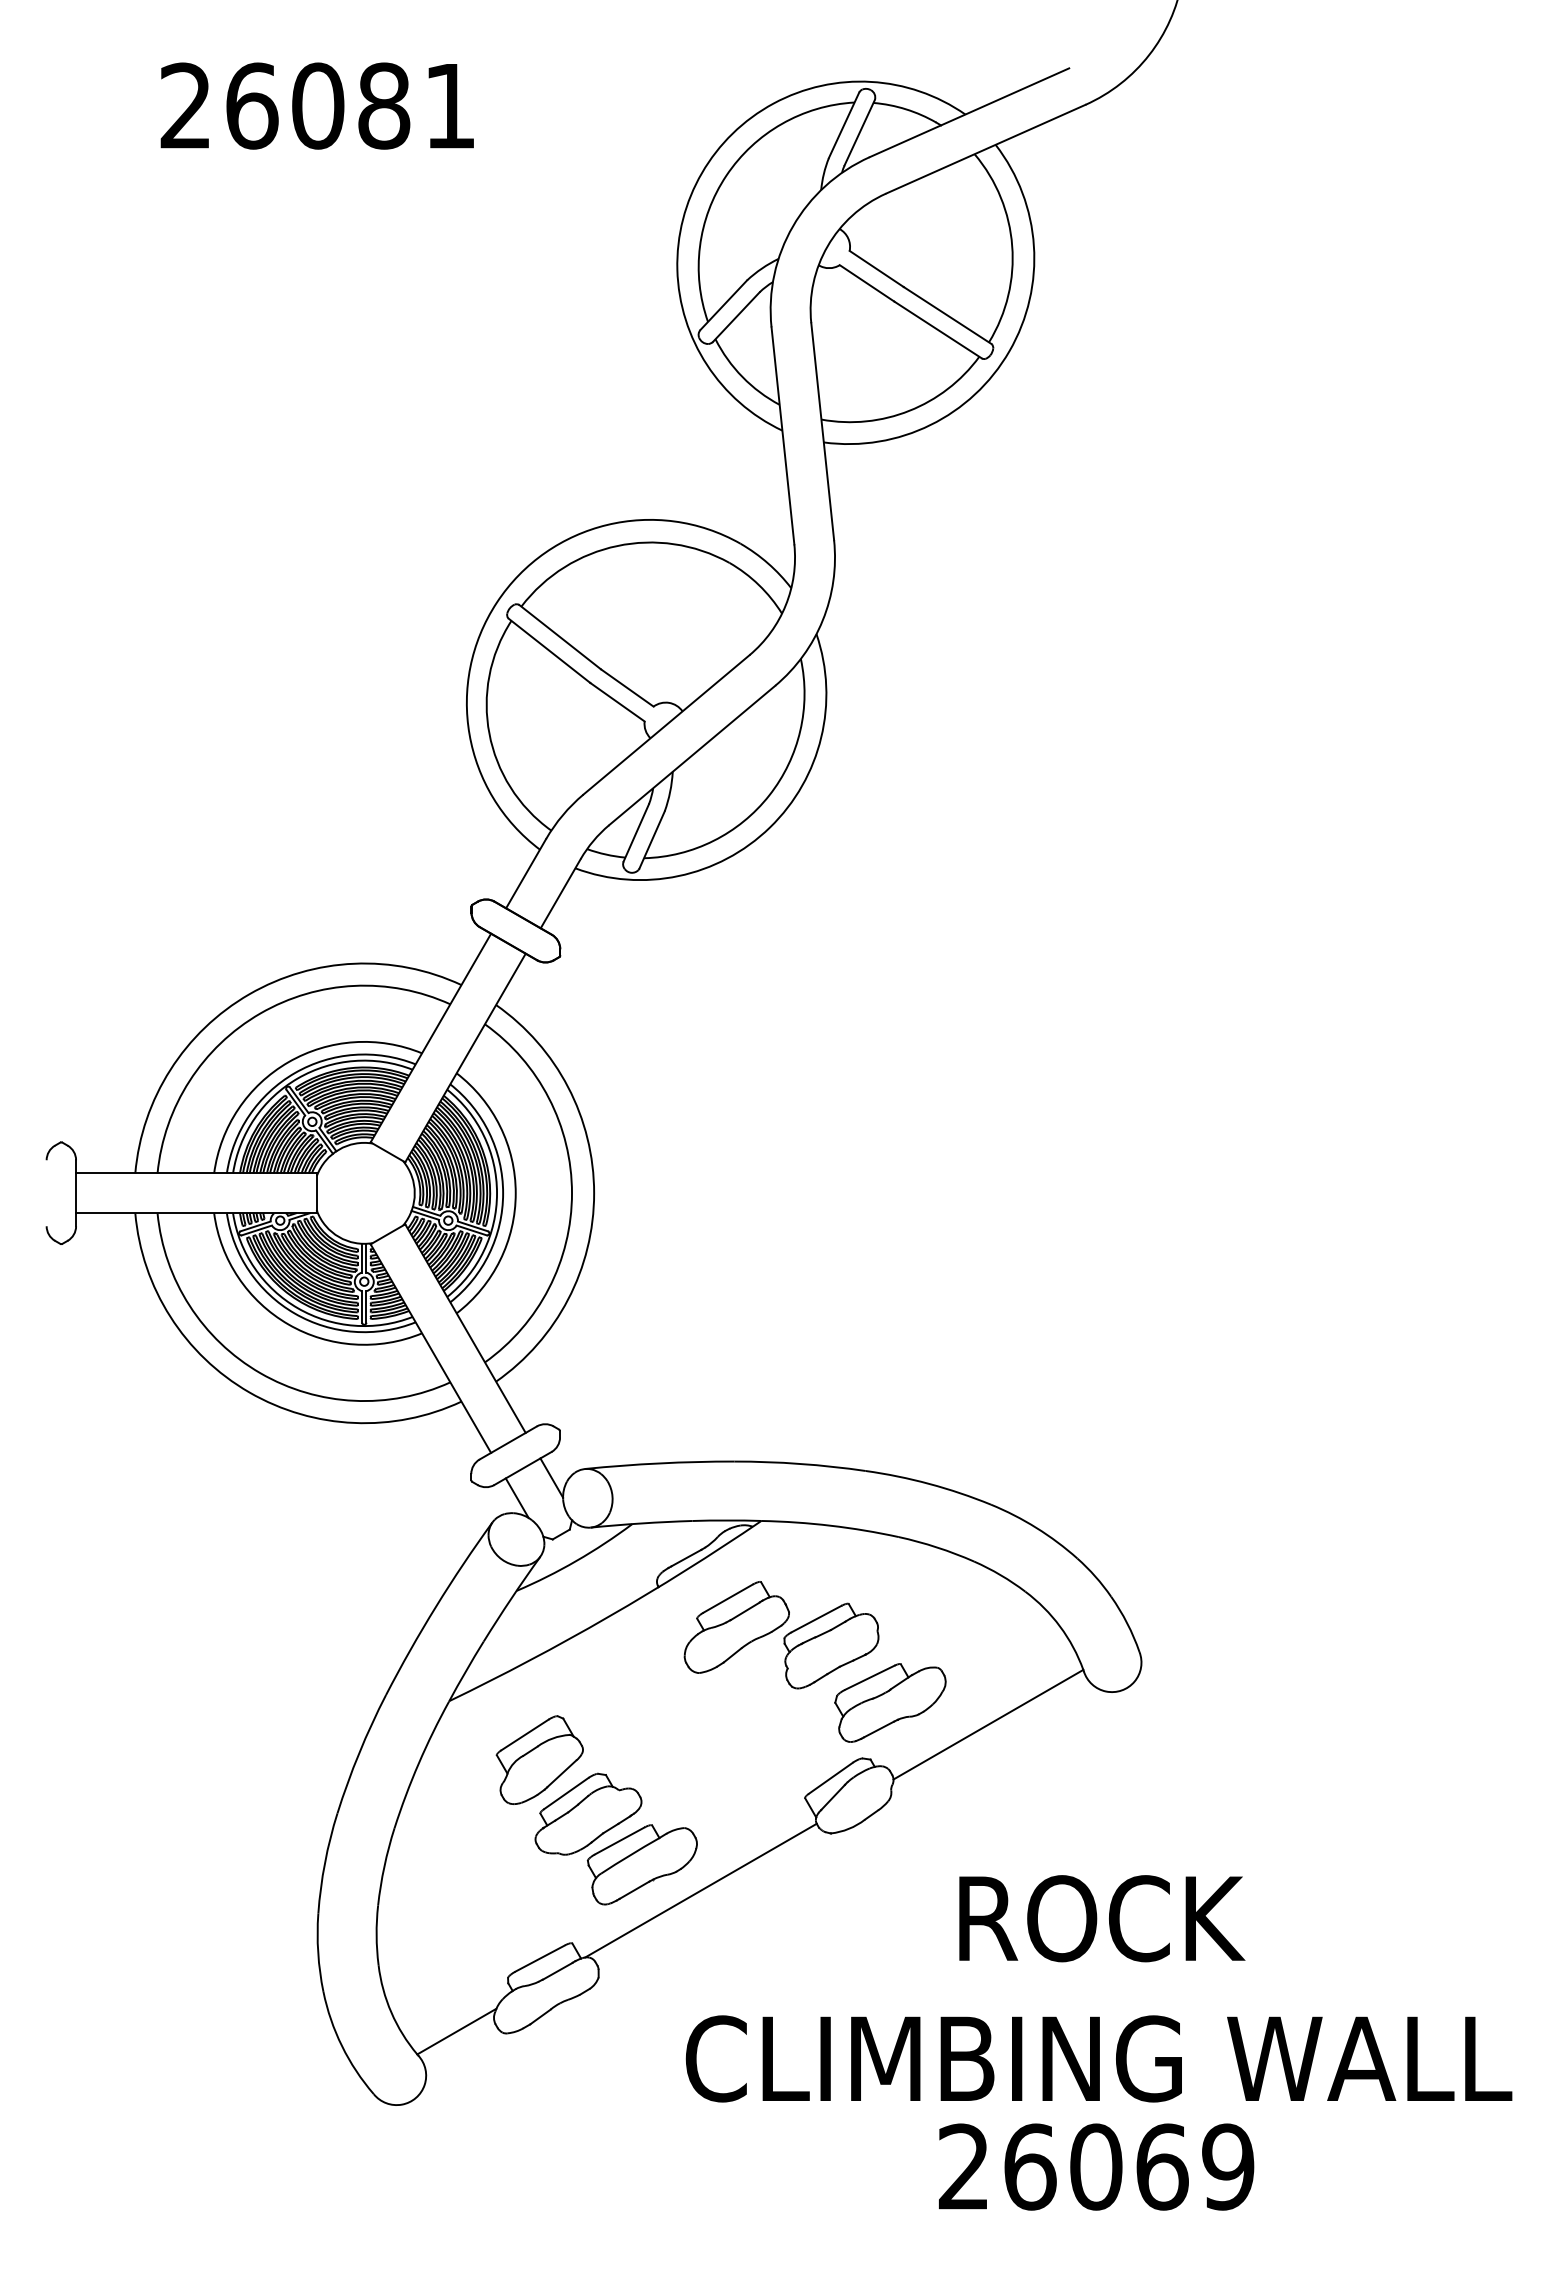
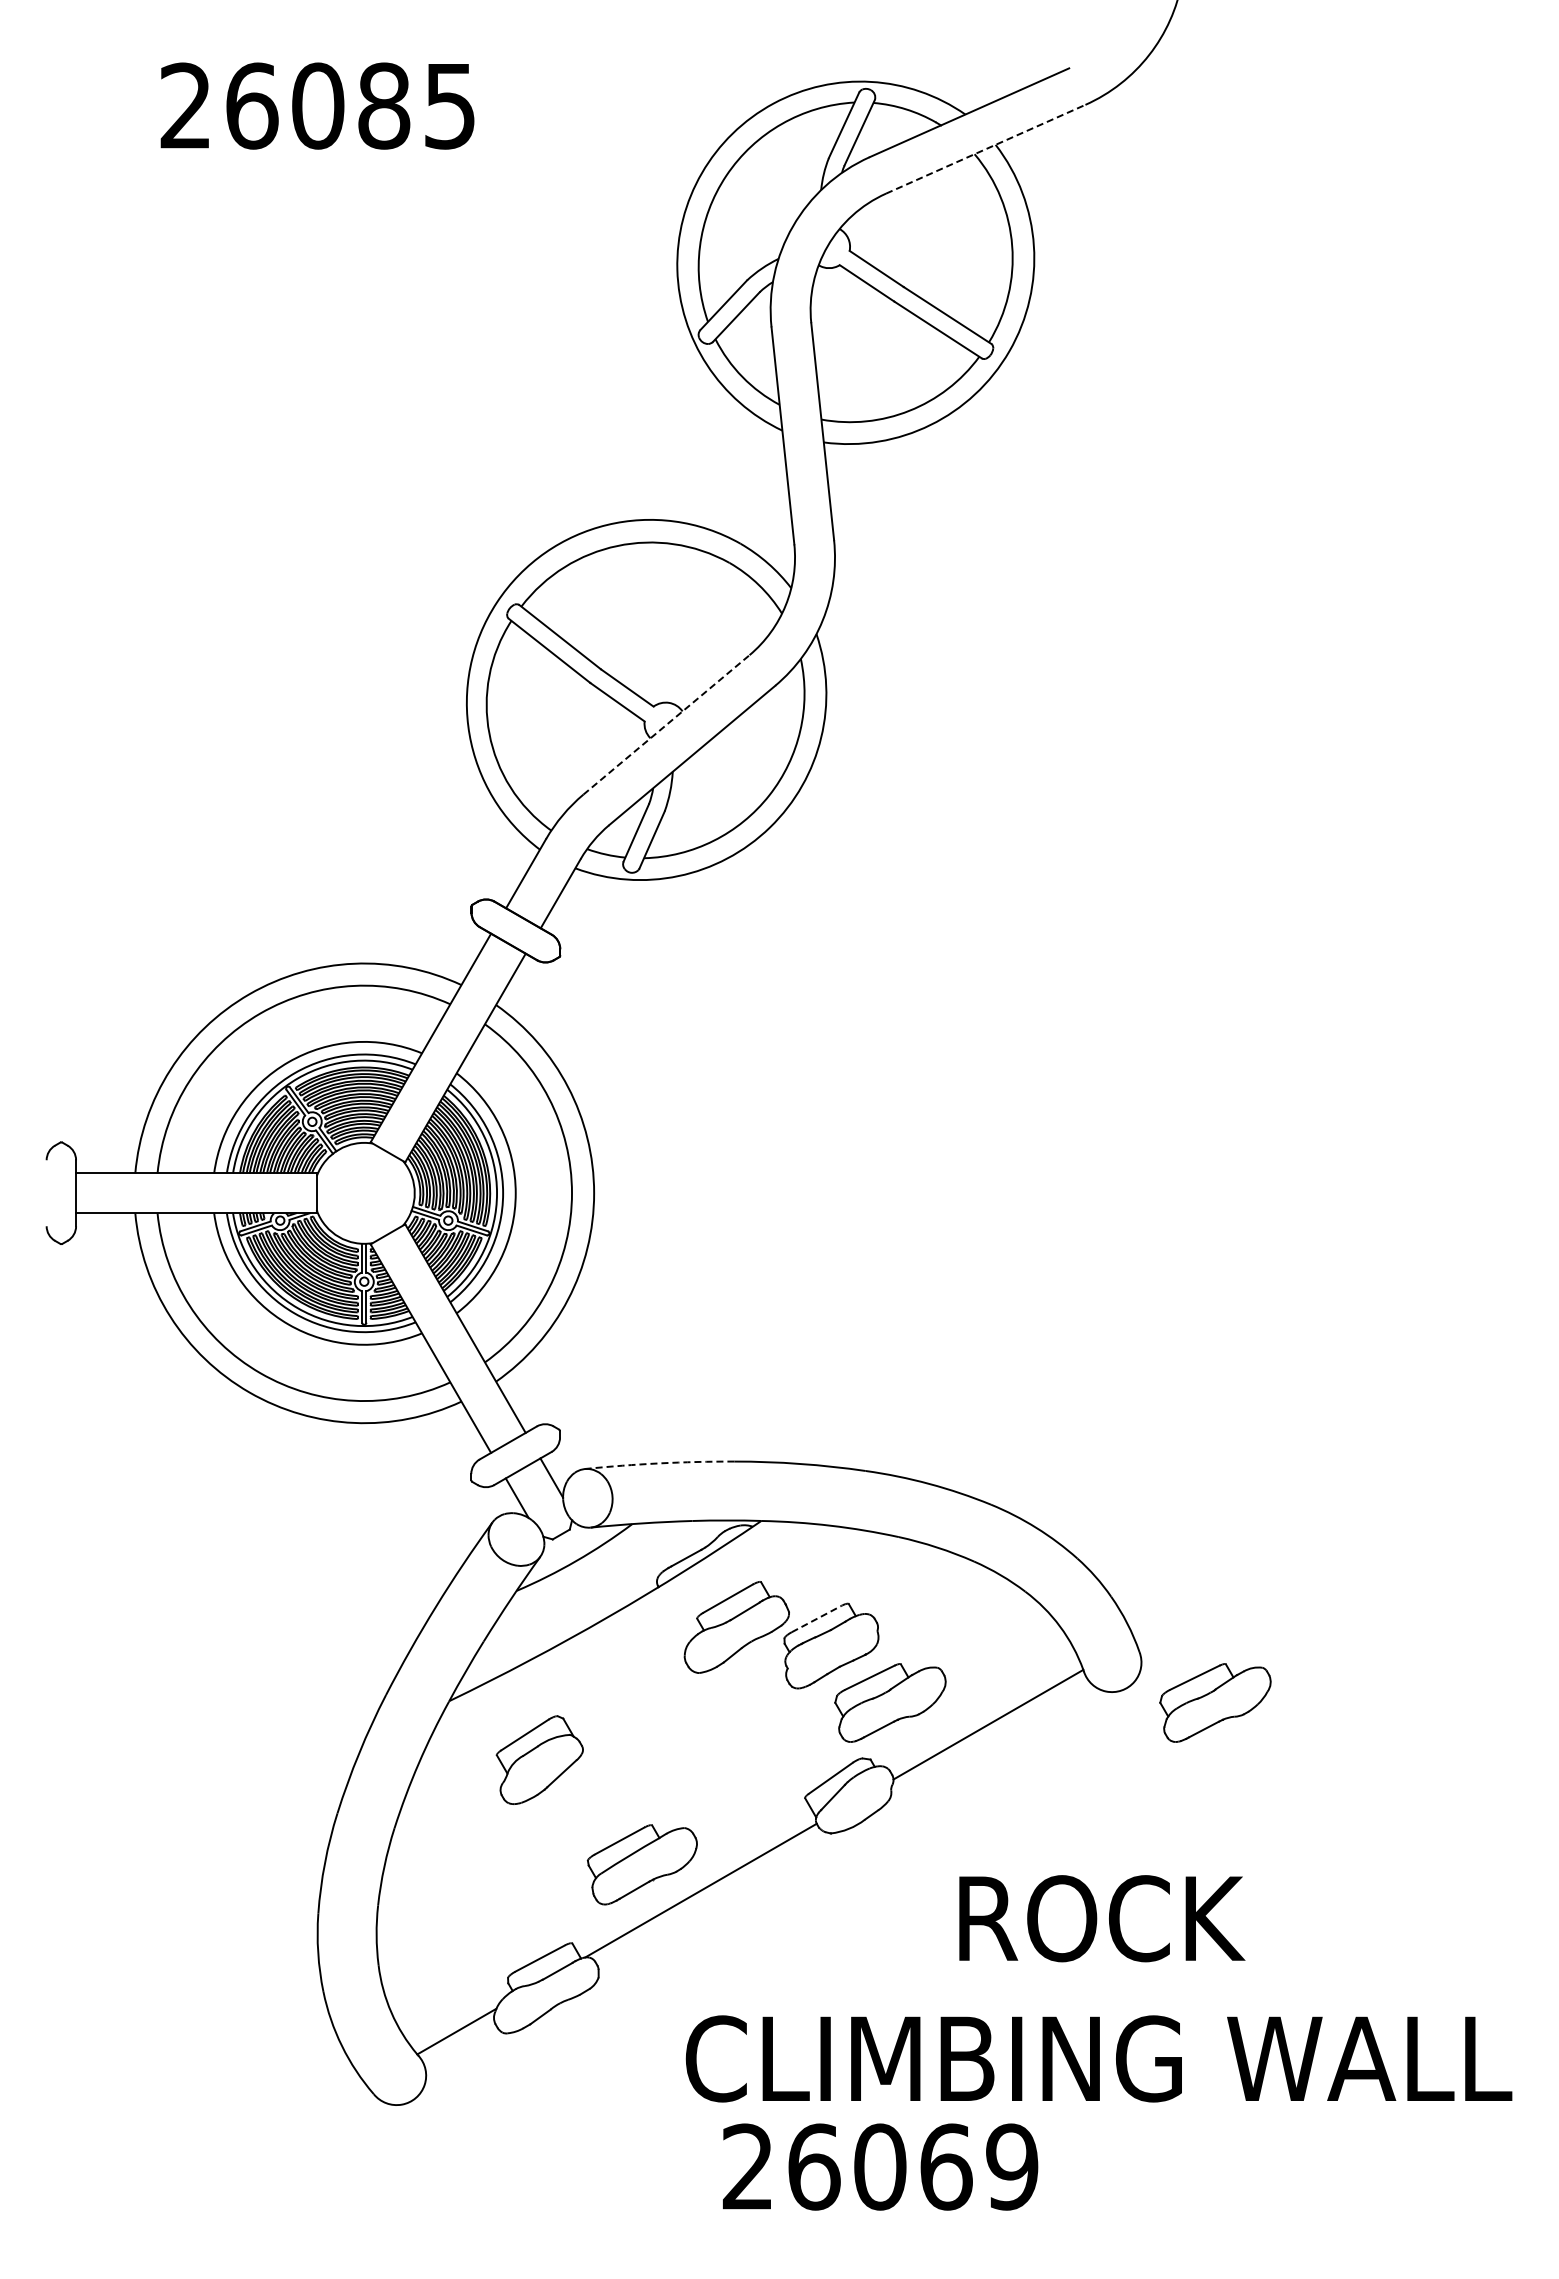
text at (449, 106): 26081 -> 26085
line at (986, 149): solid -> dashed
line at (666, 724): solid -> dashed
arc at (659, 1463): solid -> dashed
line at (817, 1618): solid -> dashed
part at (1215, 1702): none -> present
part at (588, 1813): present -> none
text at (1096, 2166) position: (1096, 2166) -> (880, 2166)
